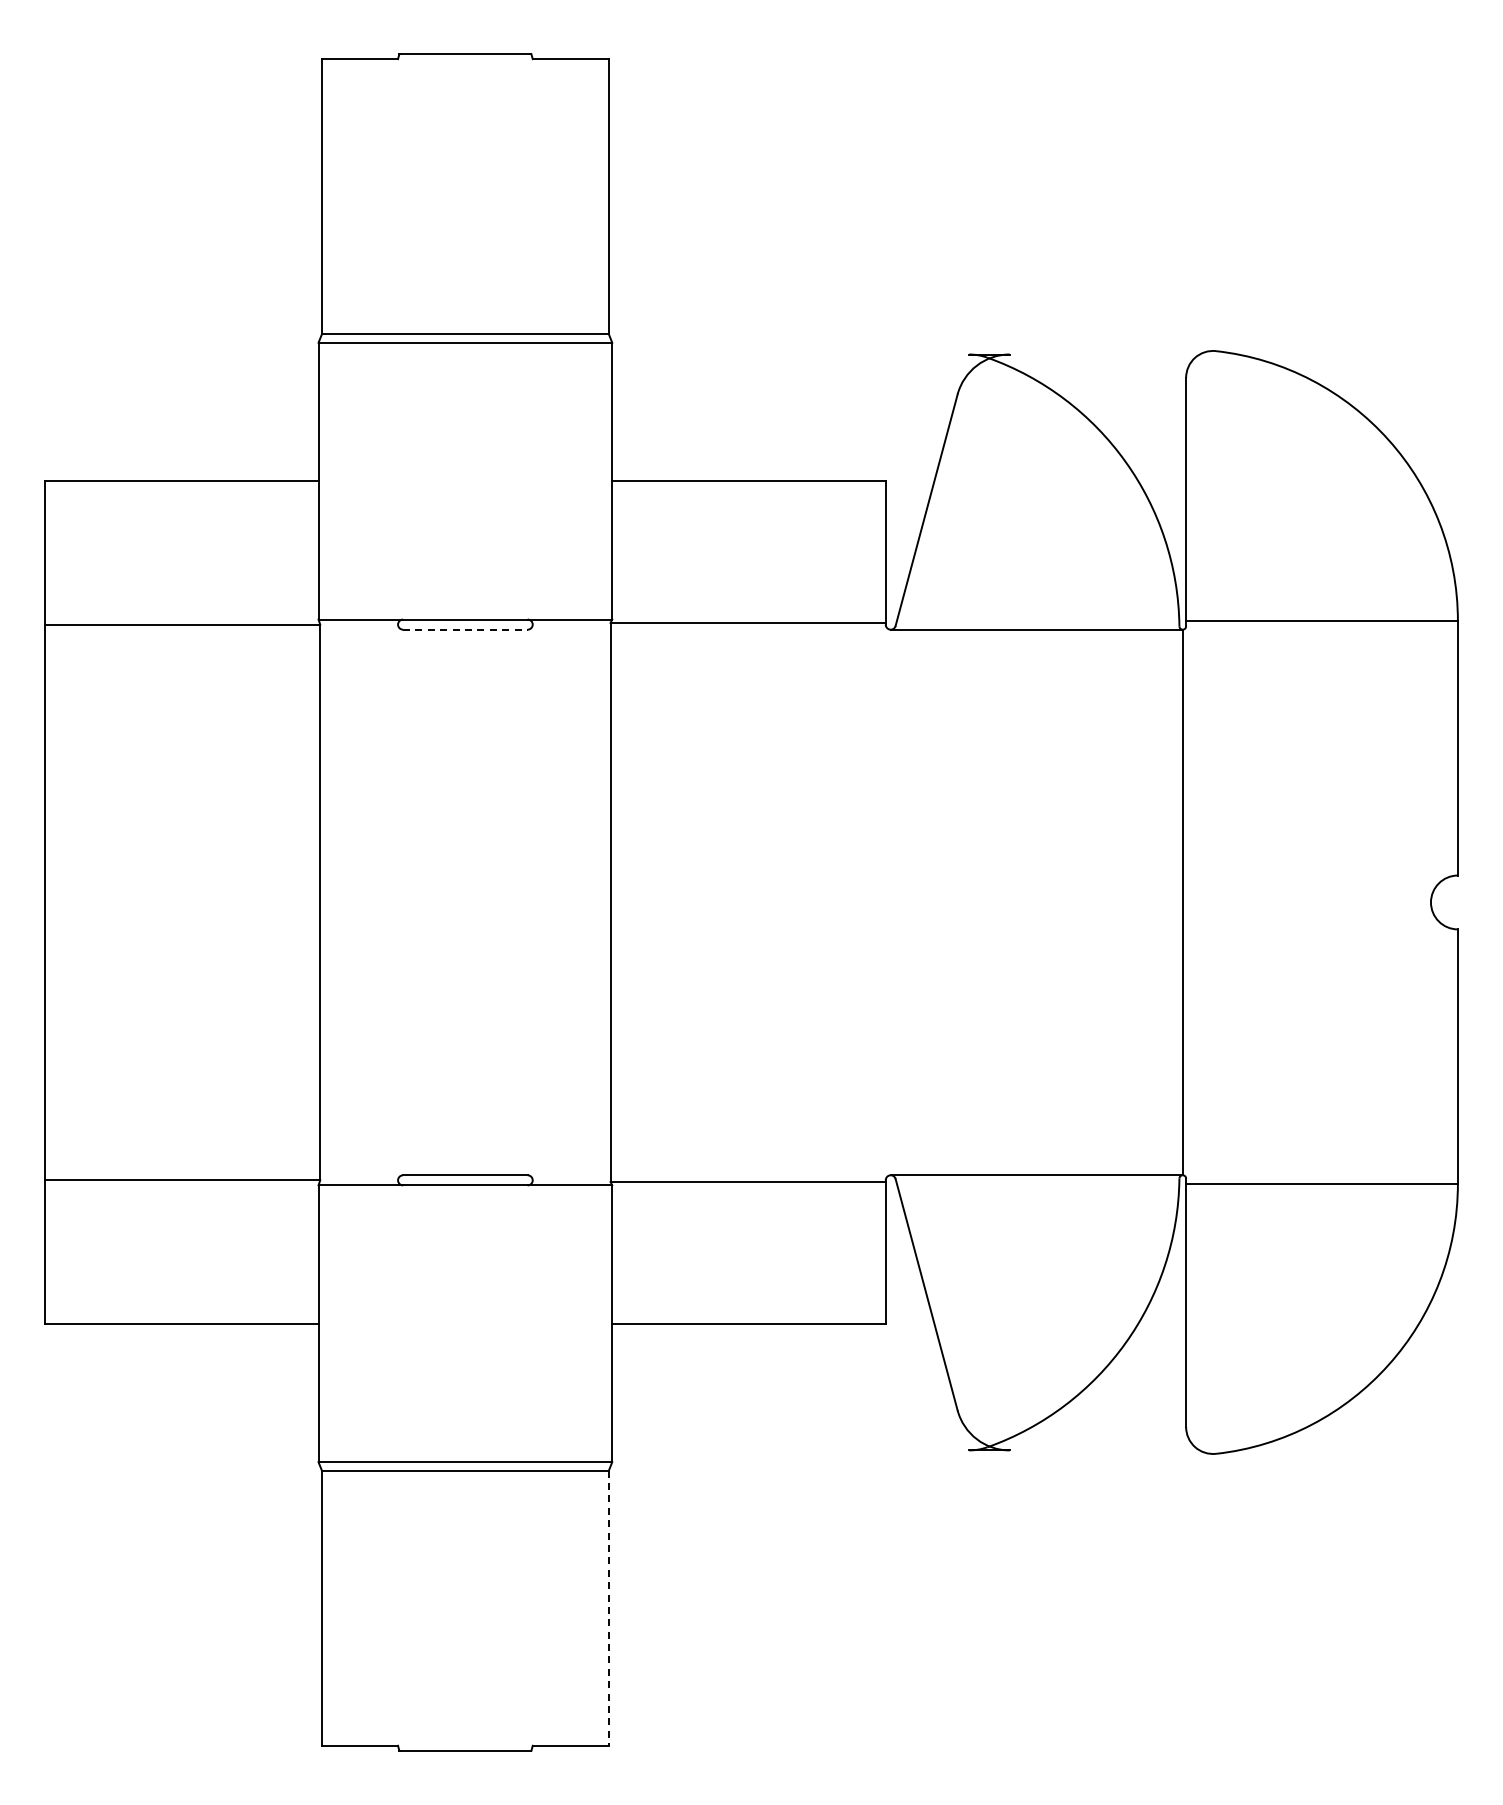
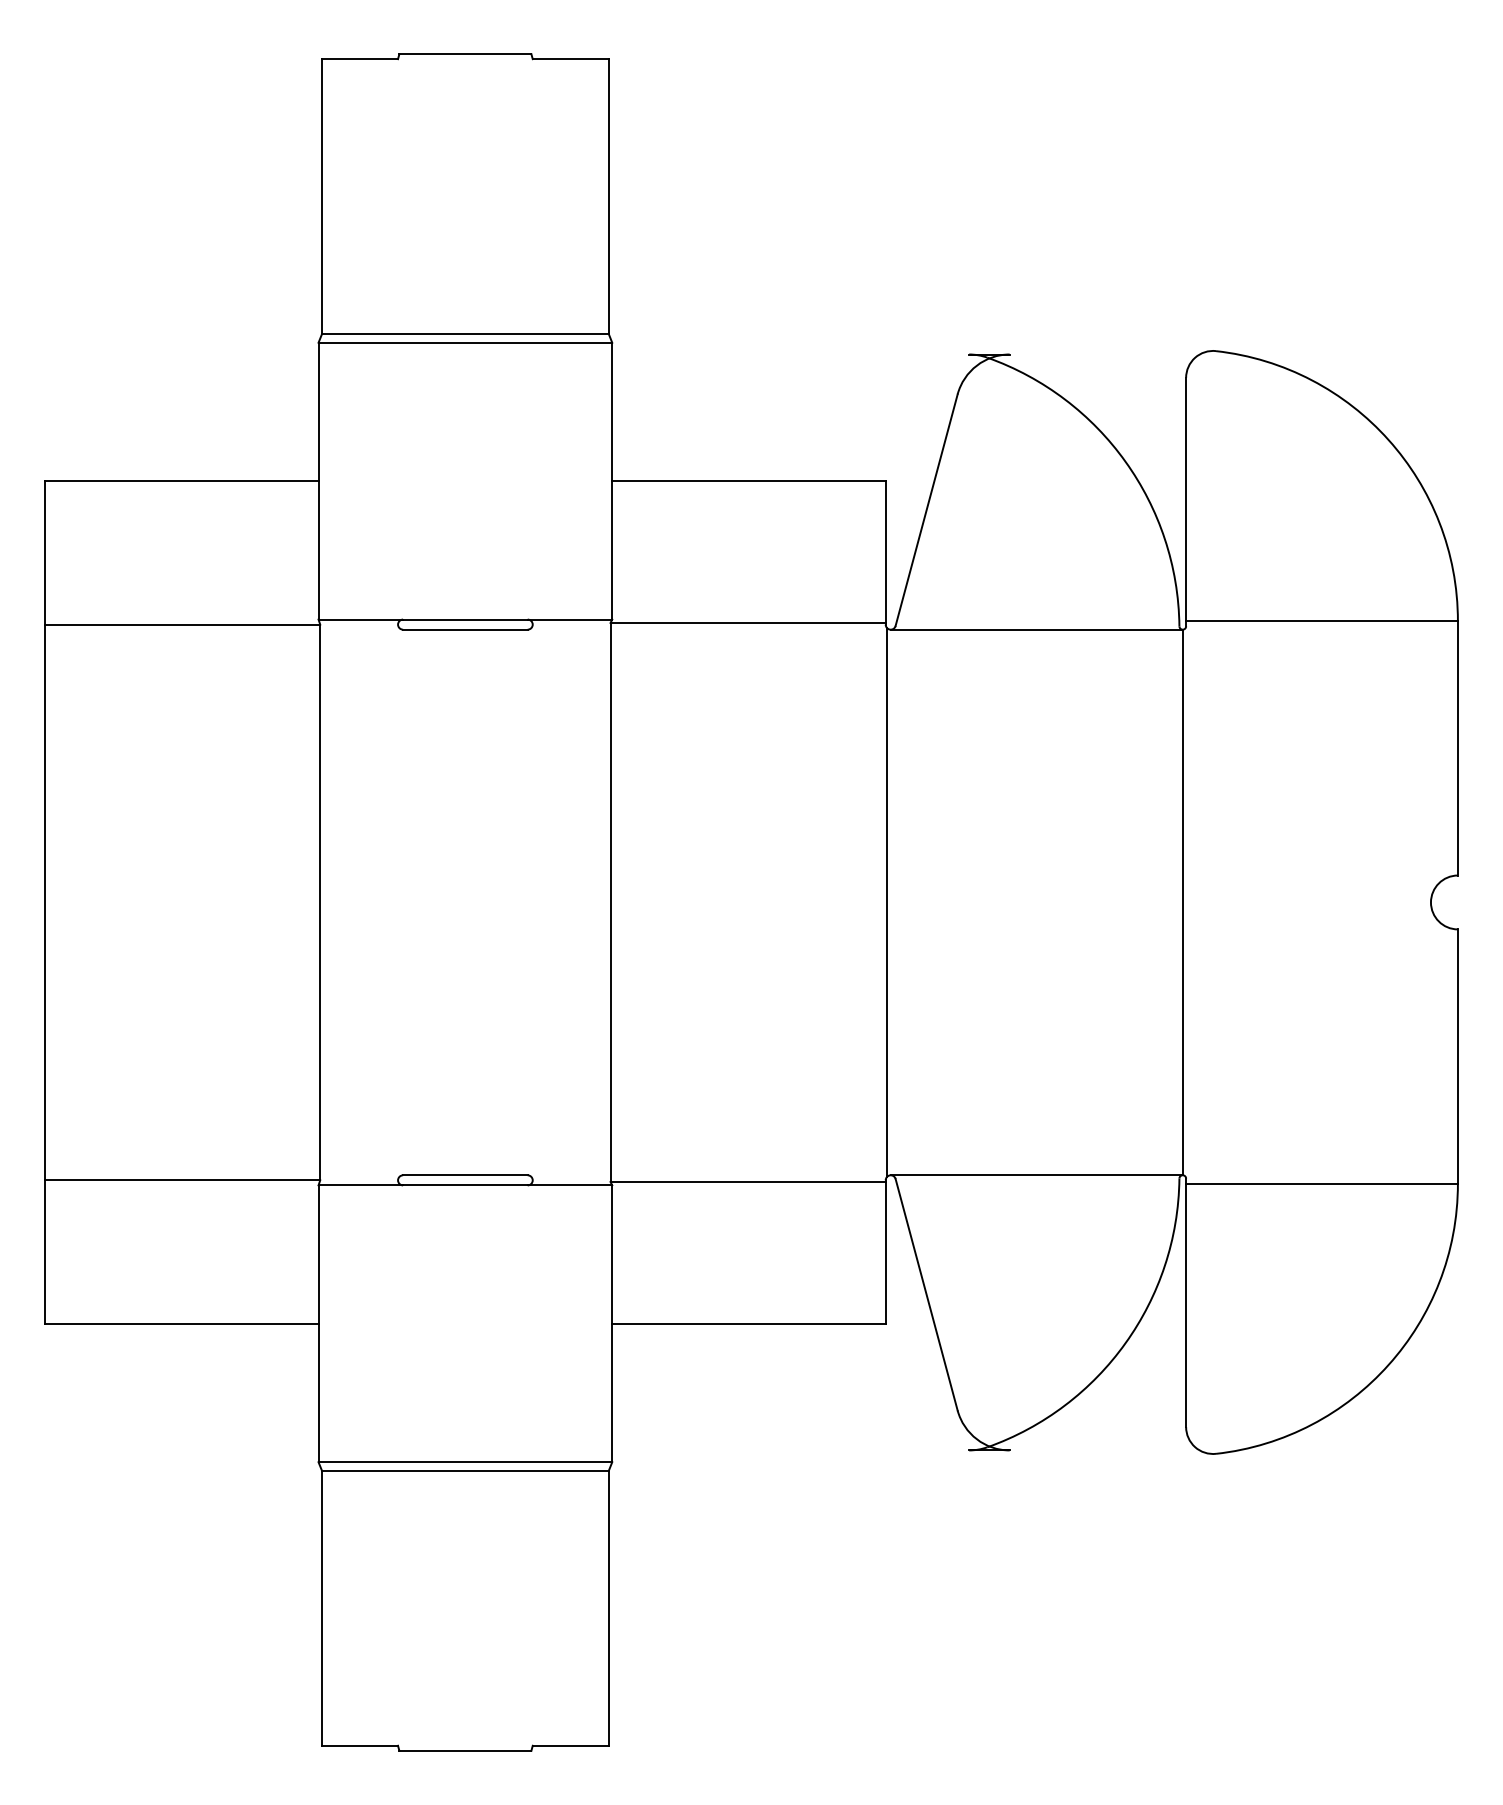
line at (465, 629): dashed -> solid
line at (887, 902): none -> present
line at (608, 1608): dashed -> solid
